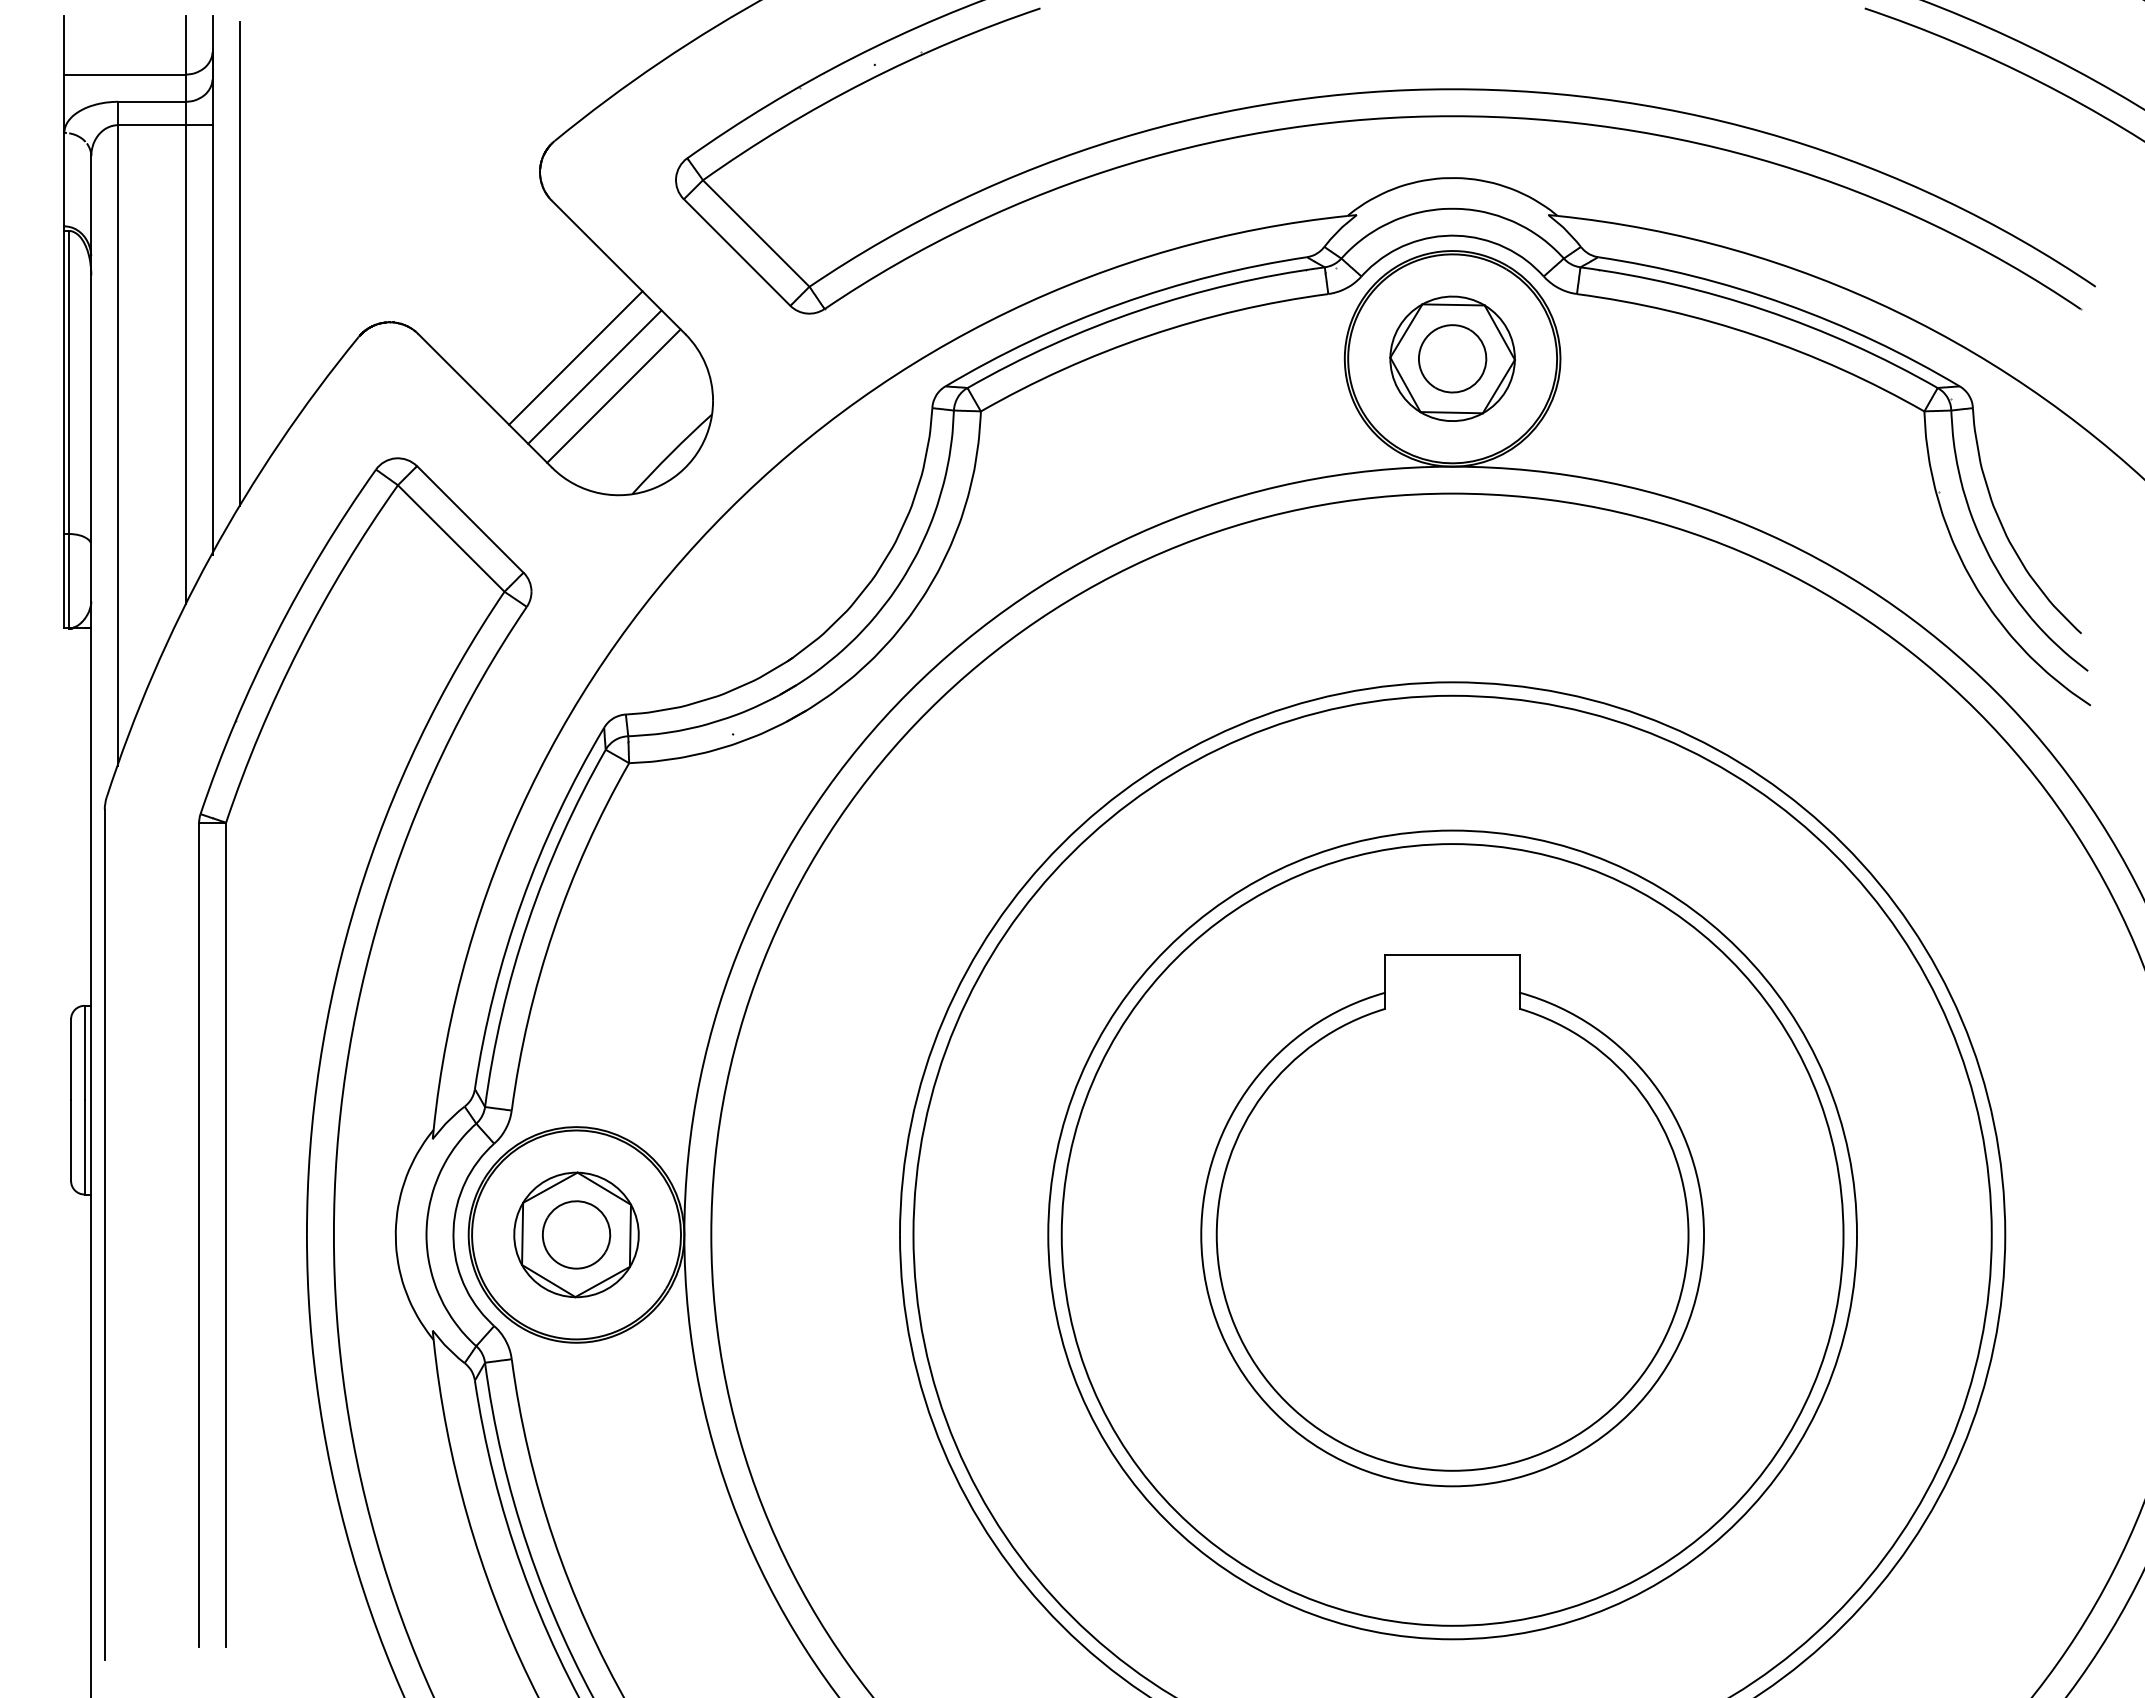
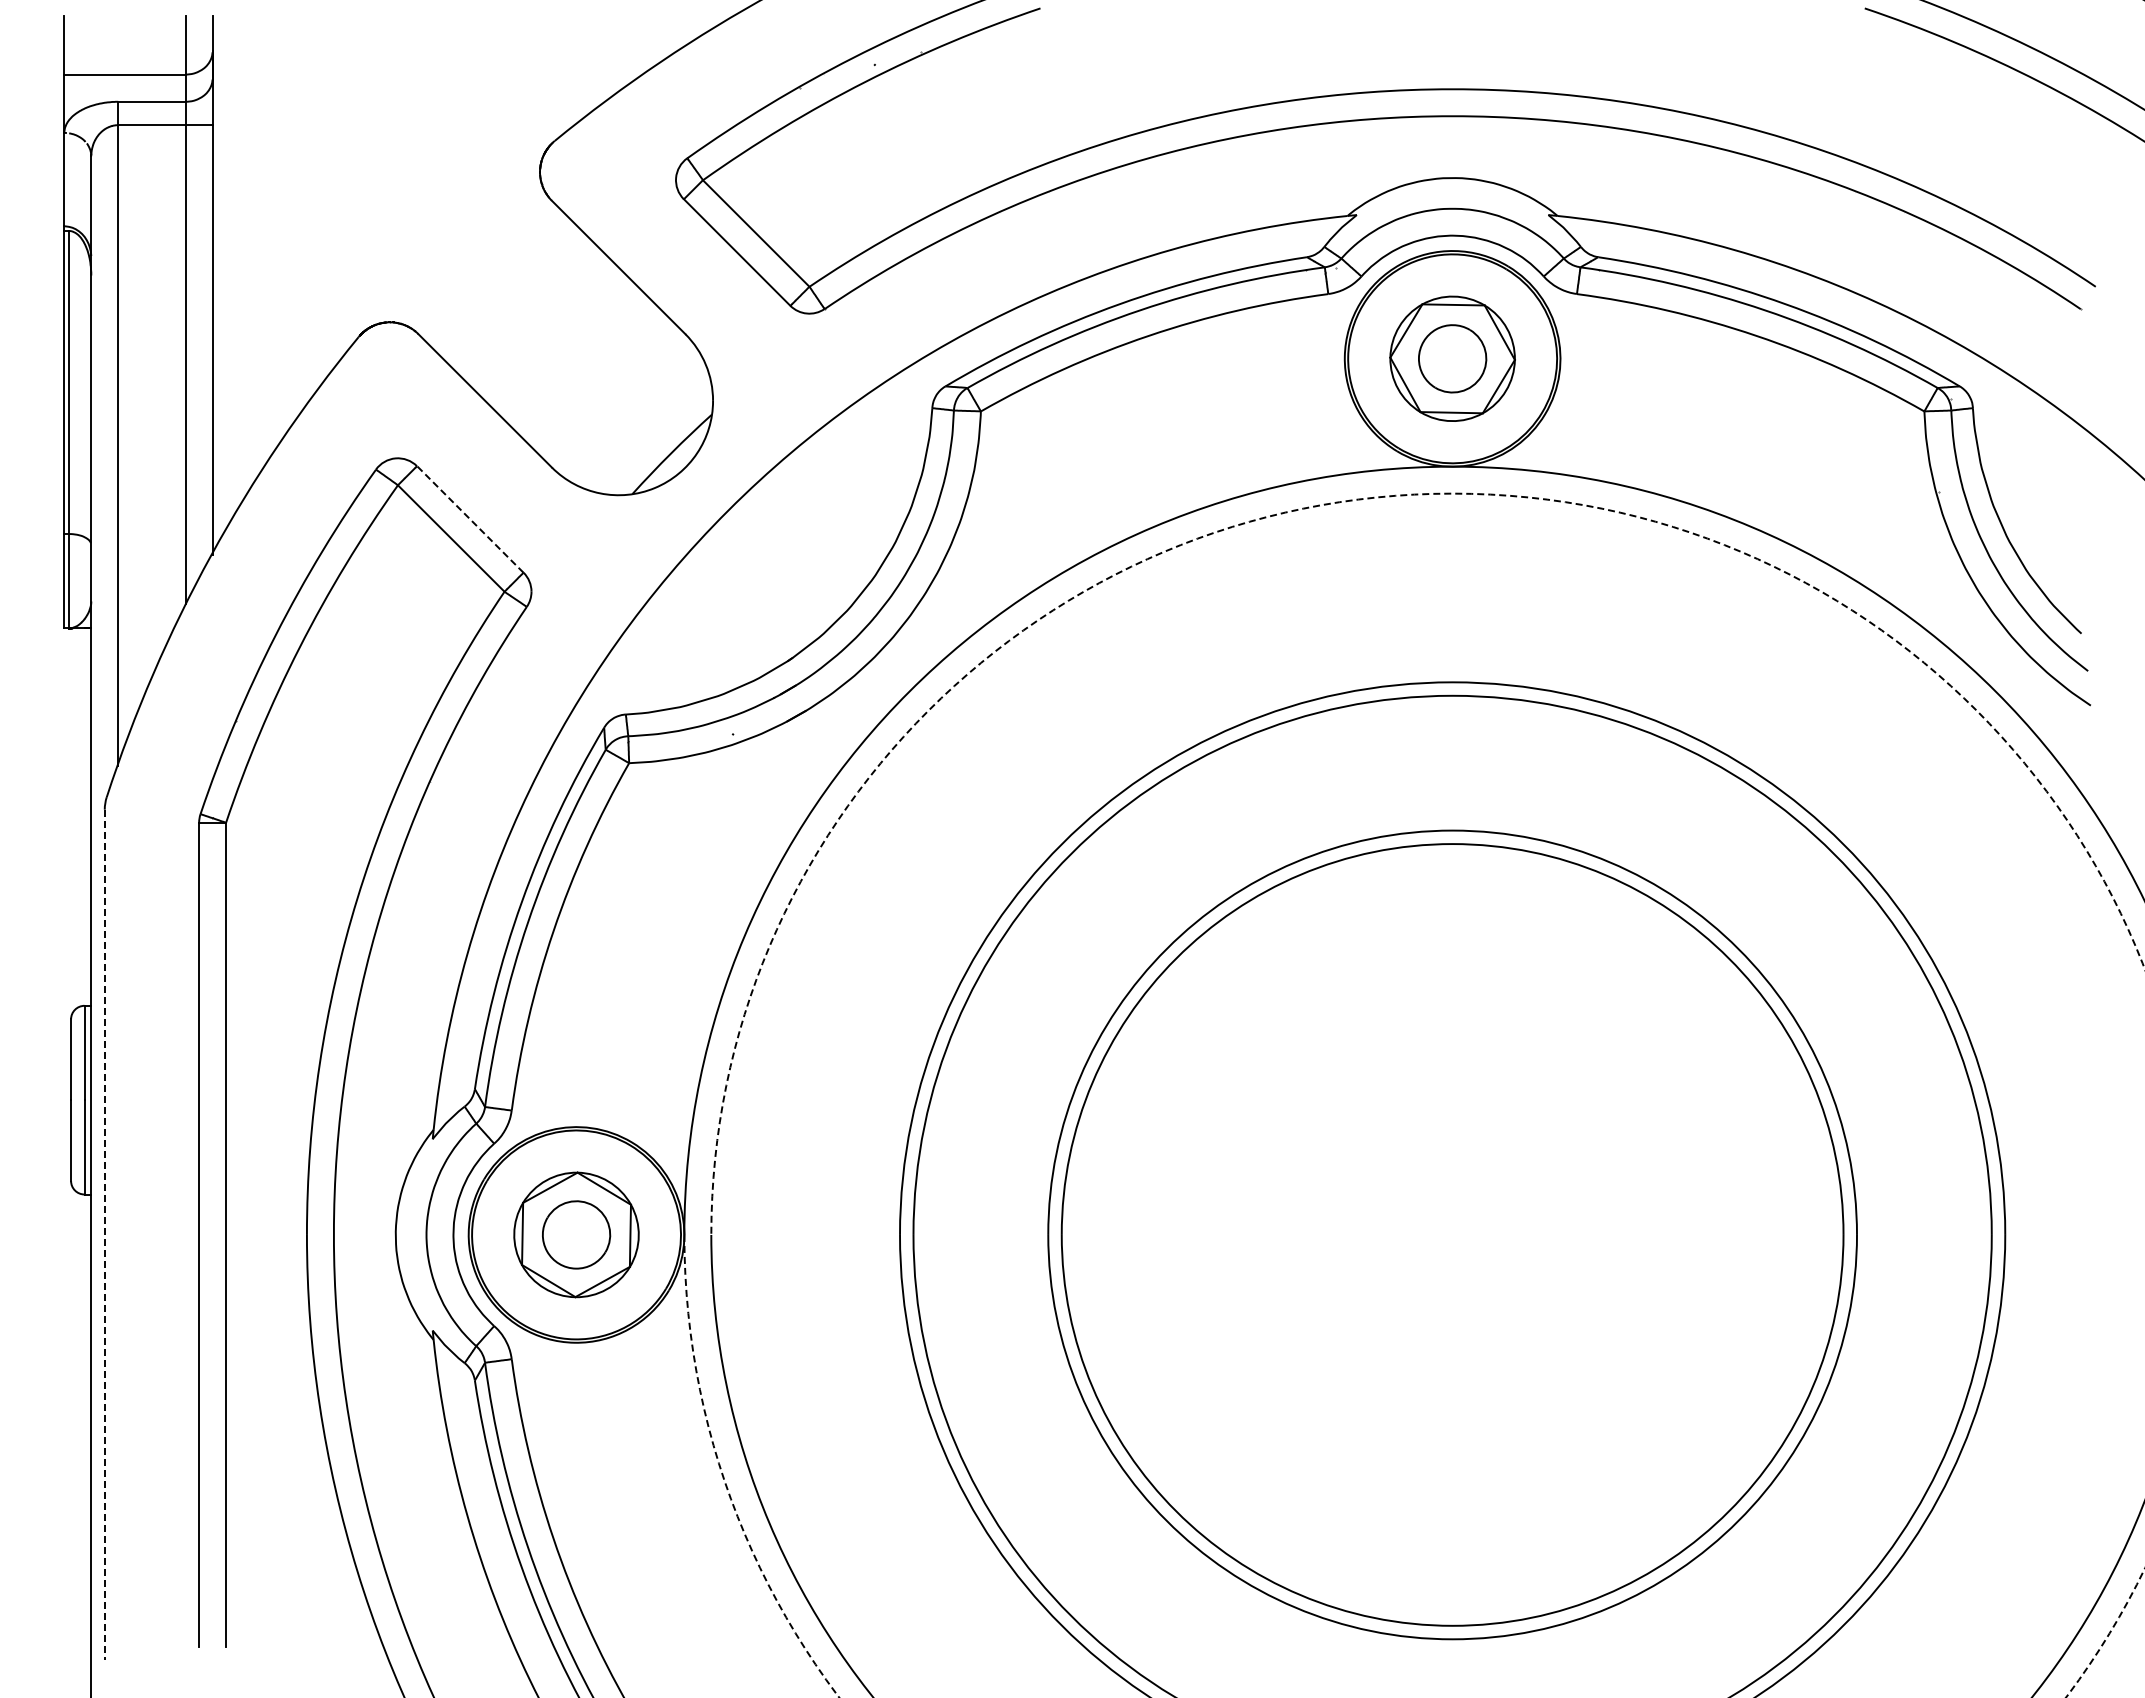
line at (239, 263): present -> none
line at (575, 357): present -> none
line at (594, 376): present -> none
line at (613, 395): present -> none
arc at (1317, 506): solid -> dashed
line at (469, 519): solid -> dashed
part at (1452, 1220): present -> none
line at (104, 1235): solid -> dashed
arc at (752, 1551): solid -> dashed
